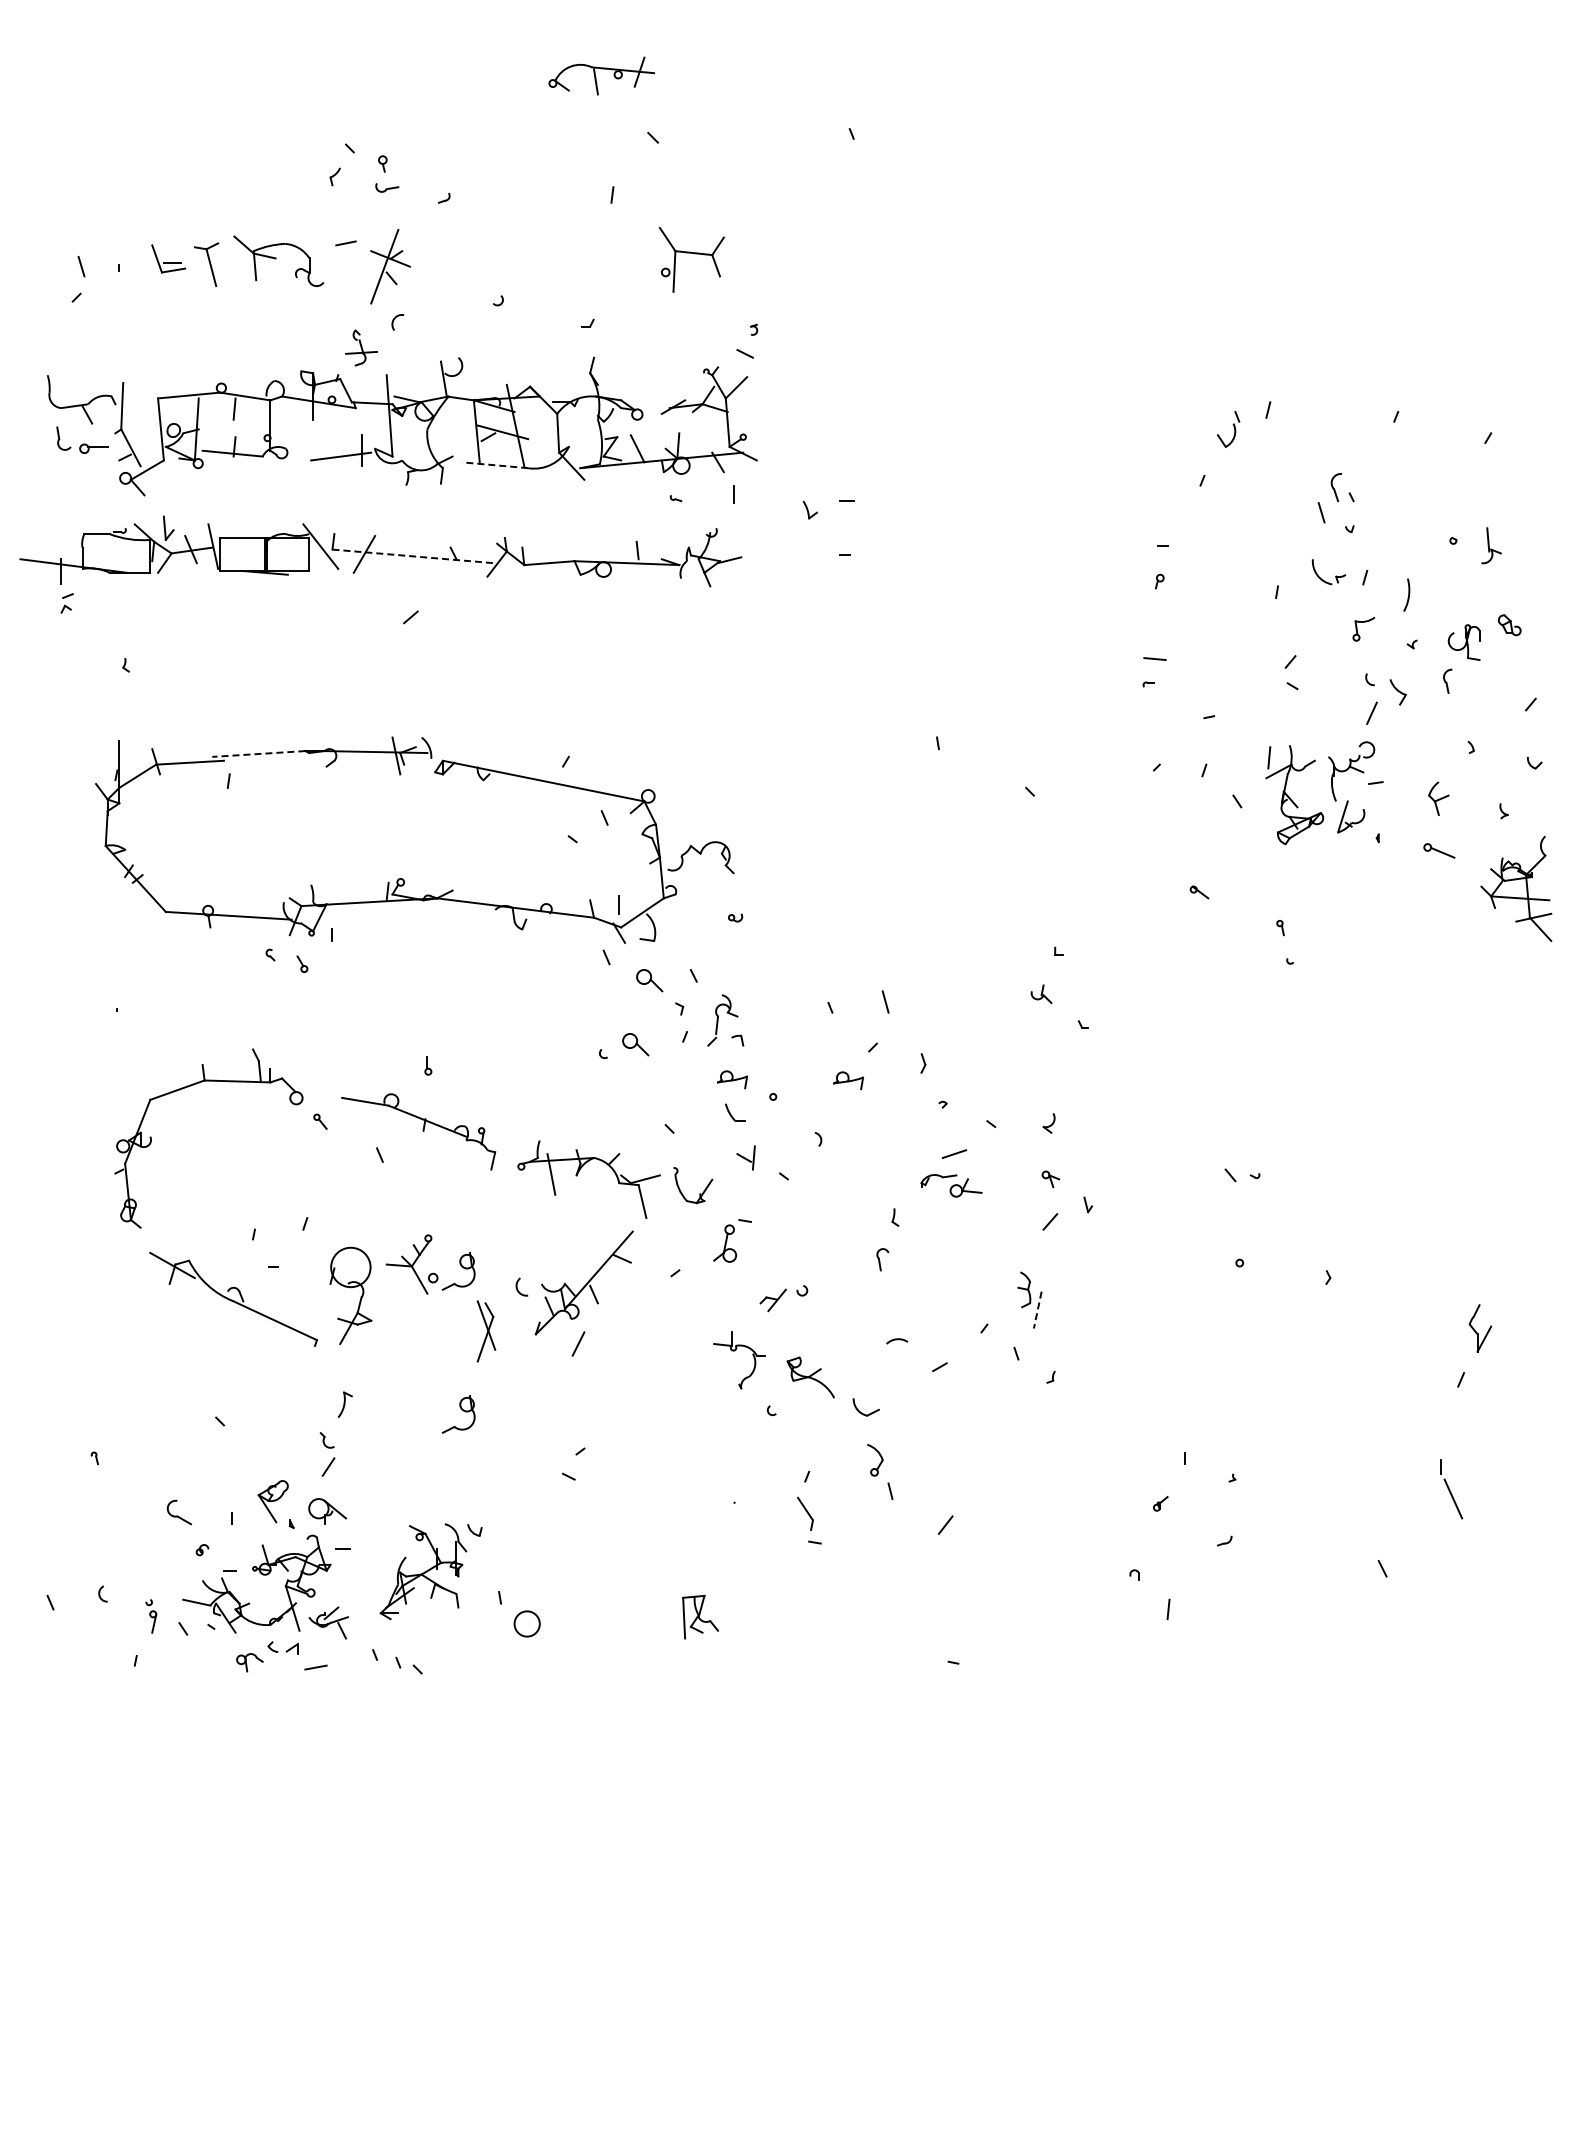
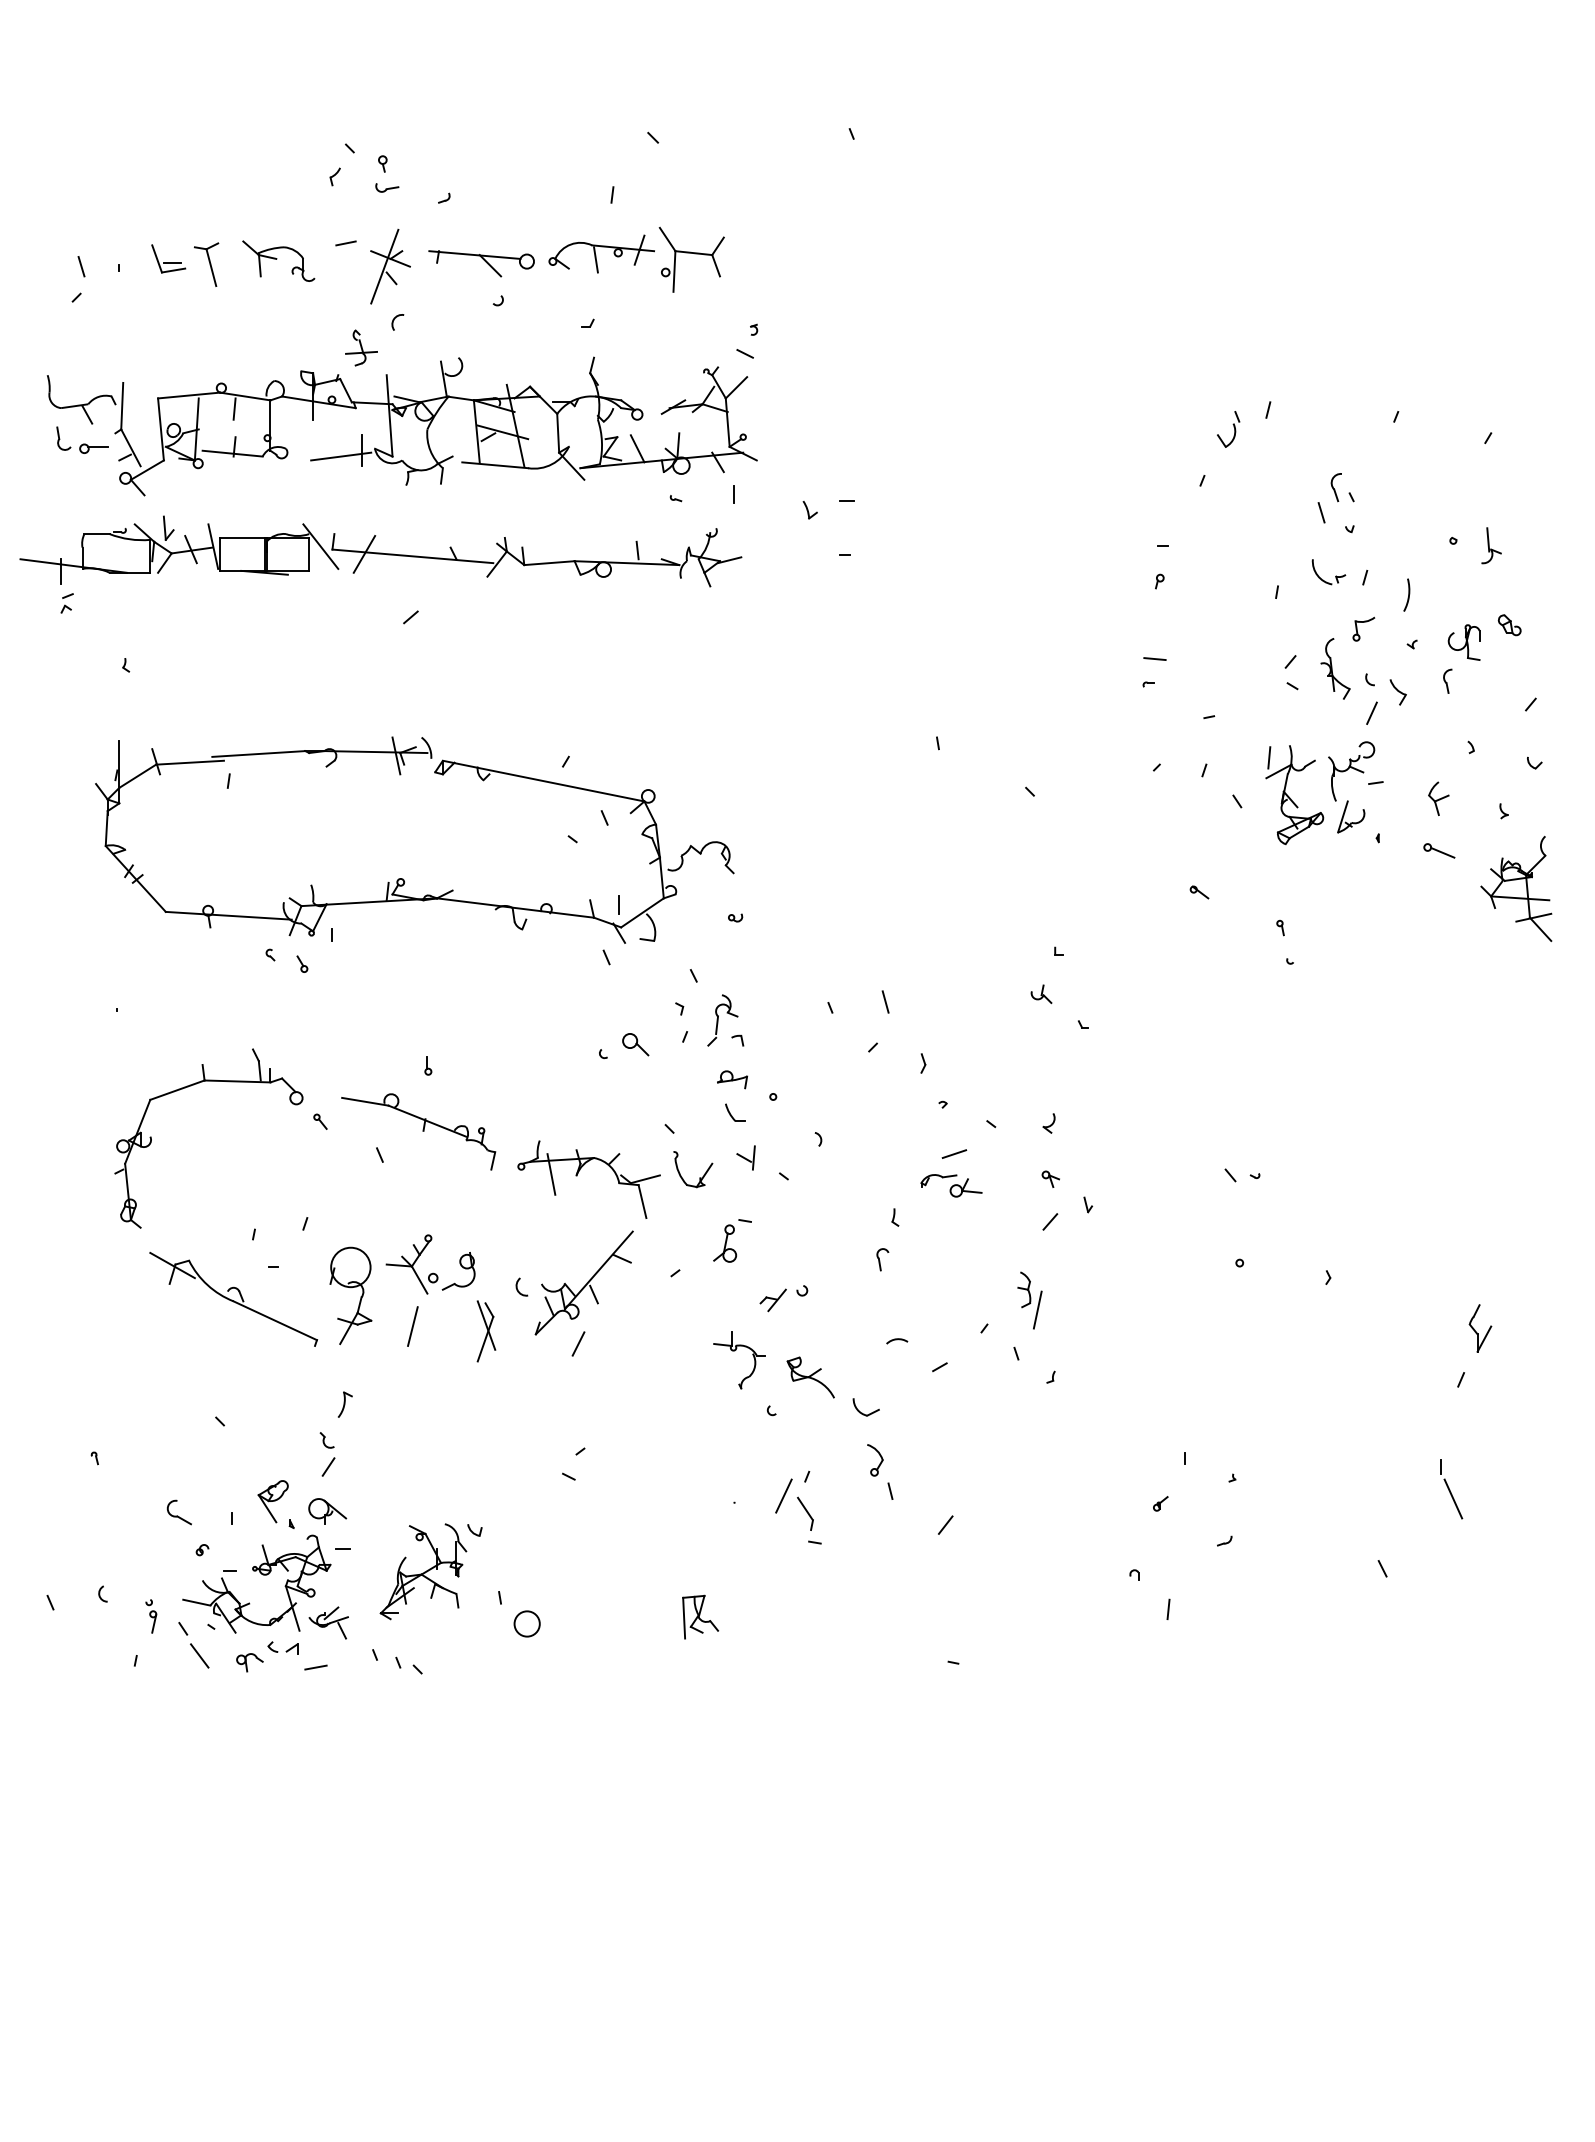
part at (601, 75) position: (601, 75) -> (601, 253)
part at (278, 260) size: 92x52 px -> 74x42 px
part at (481, 263): none -> present
line at (494, 465): dashed -> solid
line at (412, 556): dashed -> solid
part at (1335, 668): none -> present
line at (258, 754): dashed -> solid
part at (649, 980): present -> none
part at (848, 1080): present -> none
part at (699, 1193) position: (699, 1193) -> (699, 1177)
line at (1037, 1310): dashed -> solid
line at (412, 1326): none -> present
part at (458, 1414): present -> none
line at (783, 1495): none -> present
line at (199, 1655): none -> present
